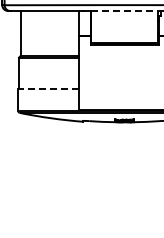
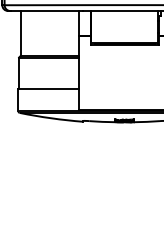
line at (125, 10): dashed -> solid
line at (48, 89): dashed -> solid
